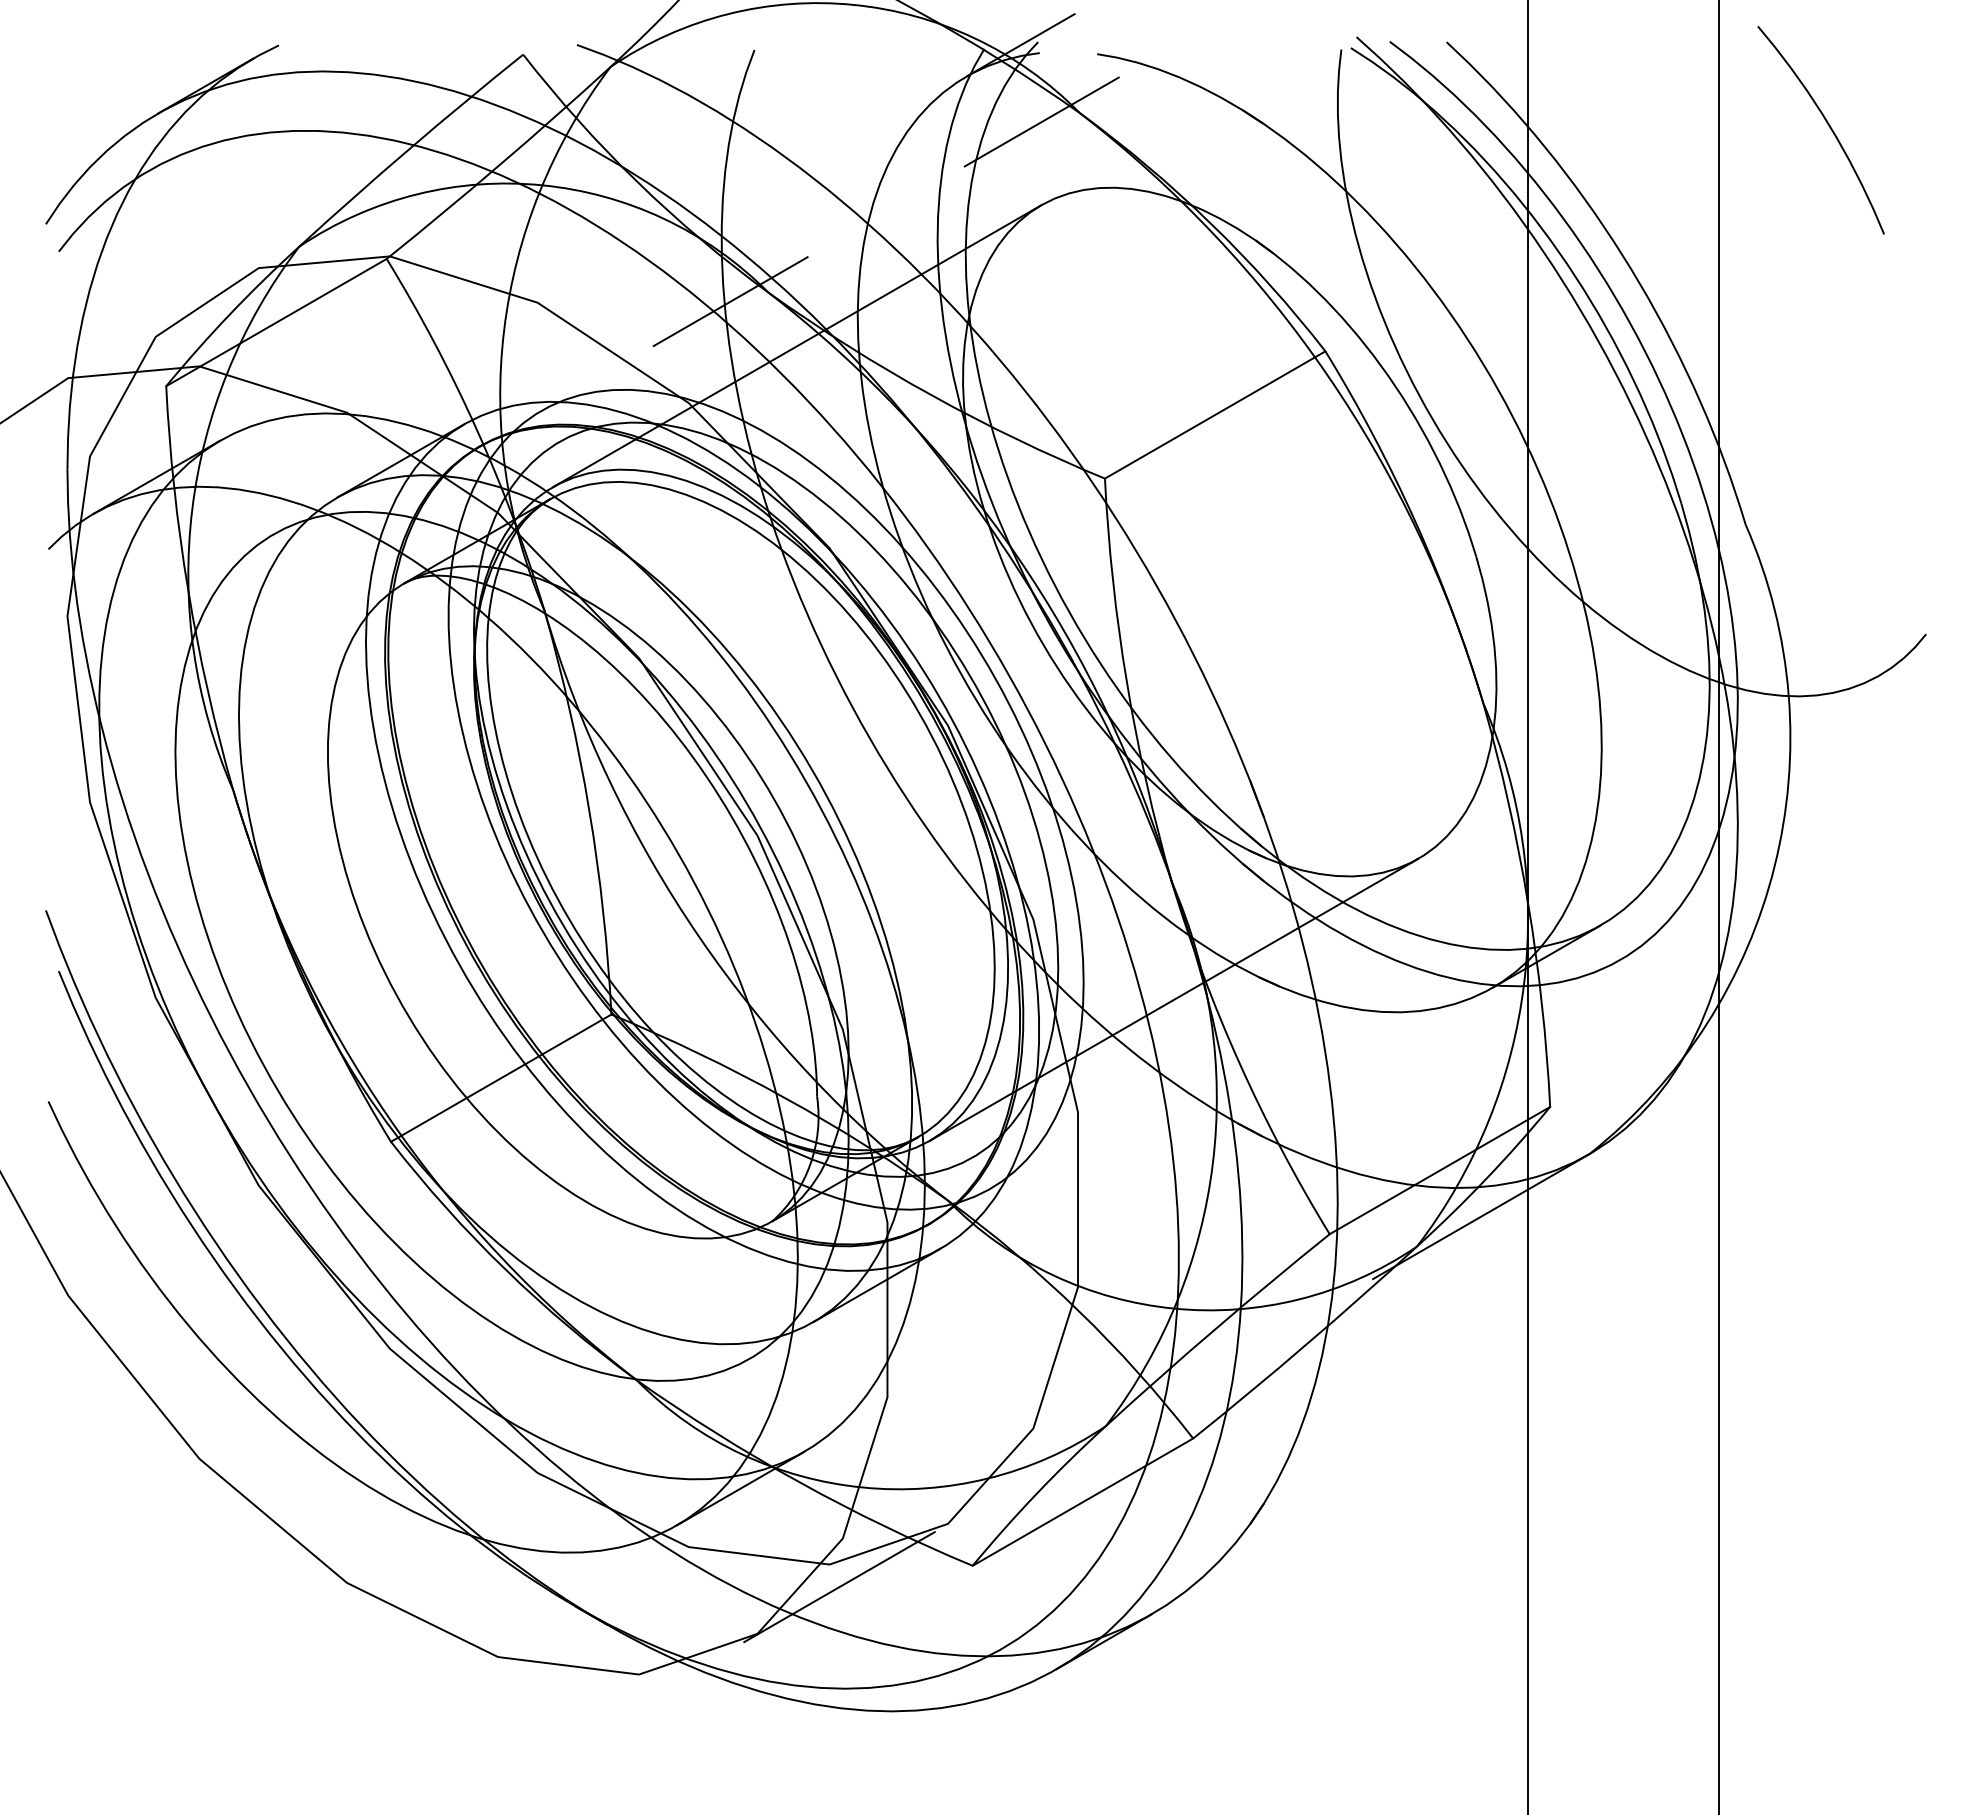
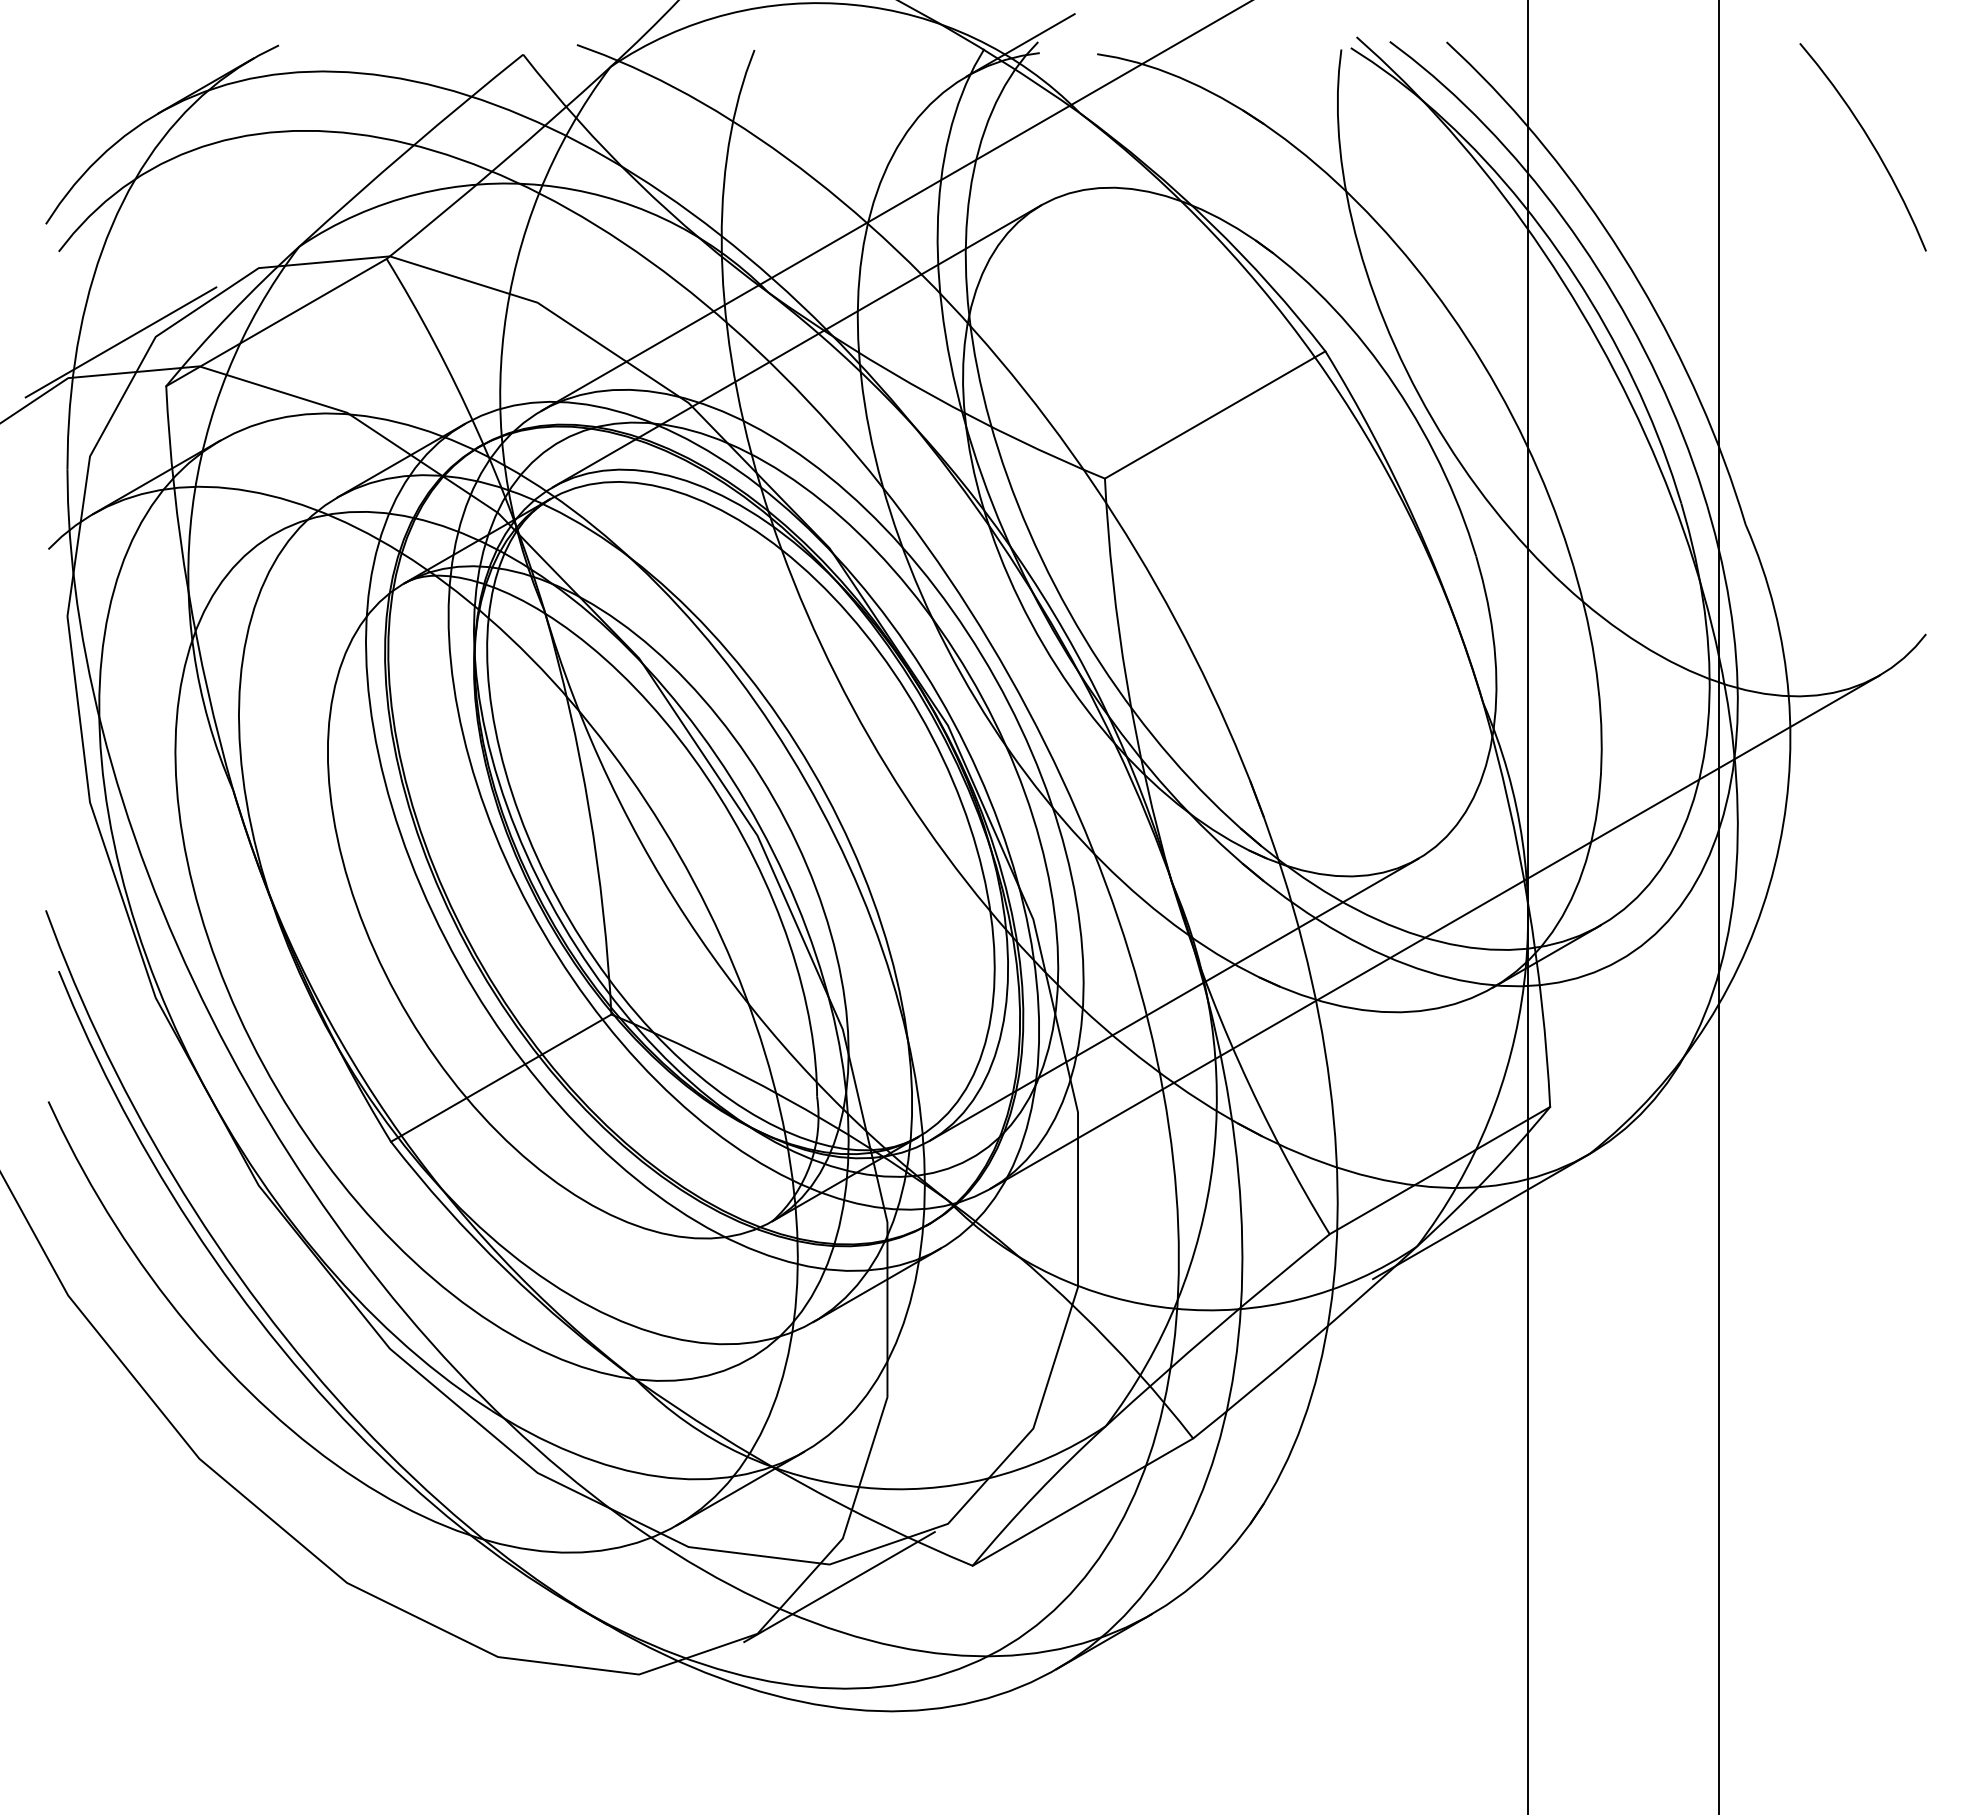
curve at (1828, 126) position: (1828, 126) -> (1870, 143)
line at (896, 205): dashed -> solid
line at (120, 342): none -> present
line at (1434, 931): none -> present
